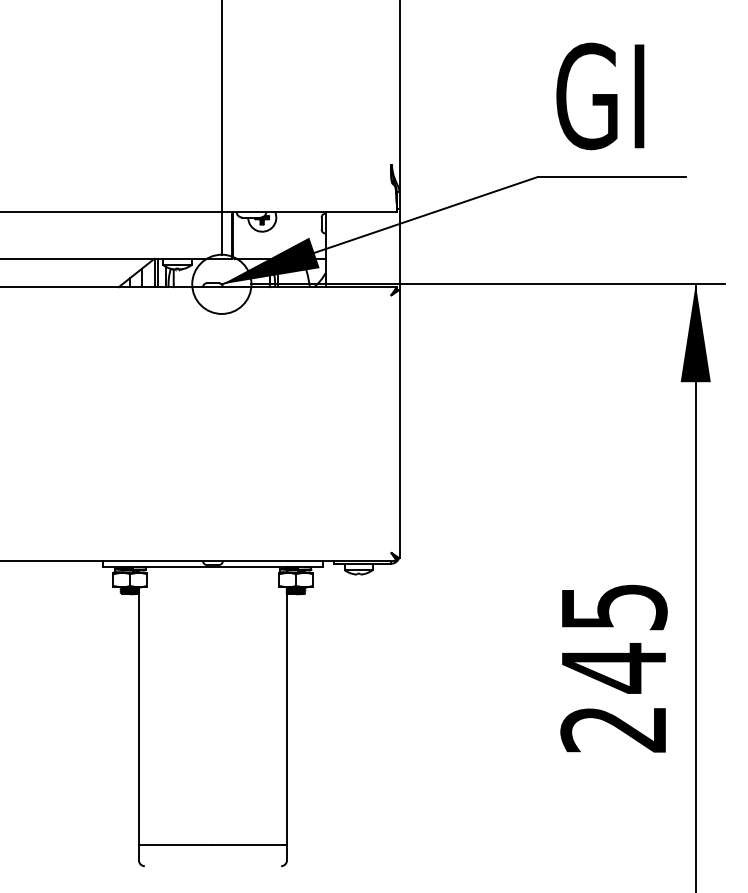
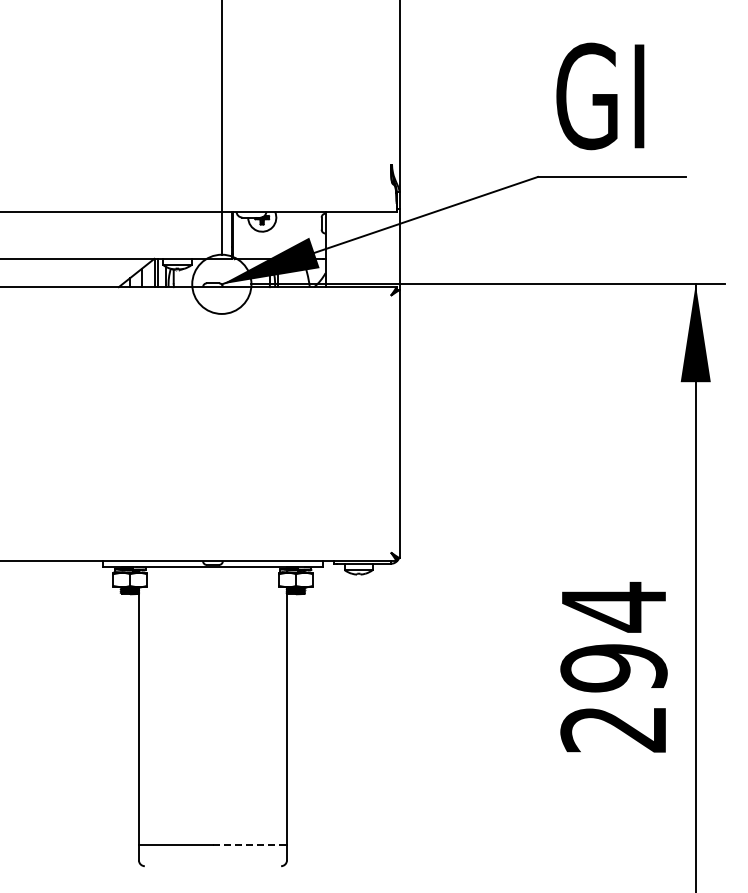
text at (613, 637): 245 -> 294
line at (250, 845): solid -> dashed
